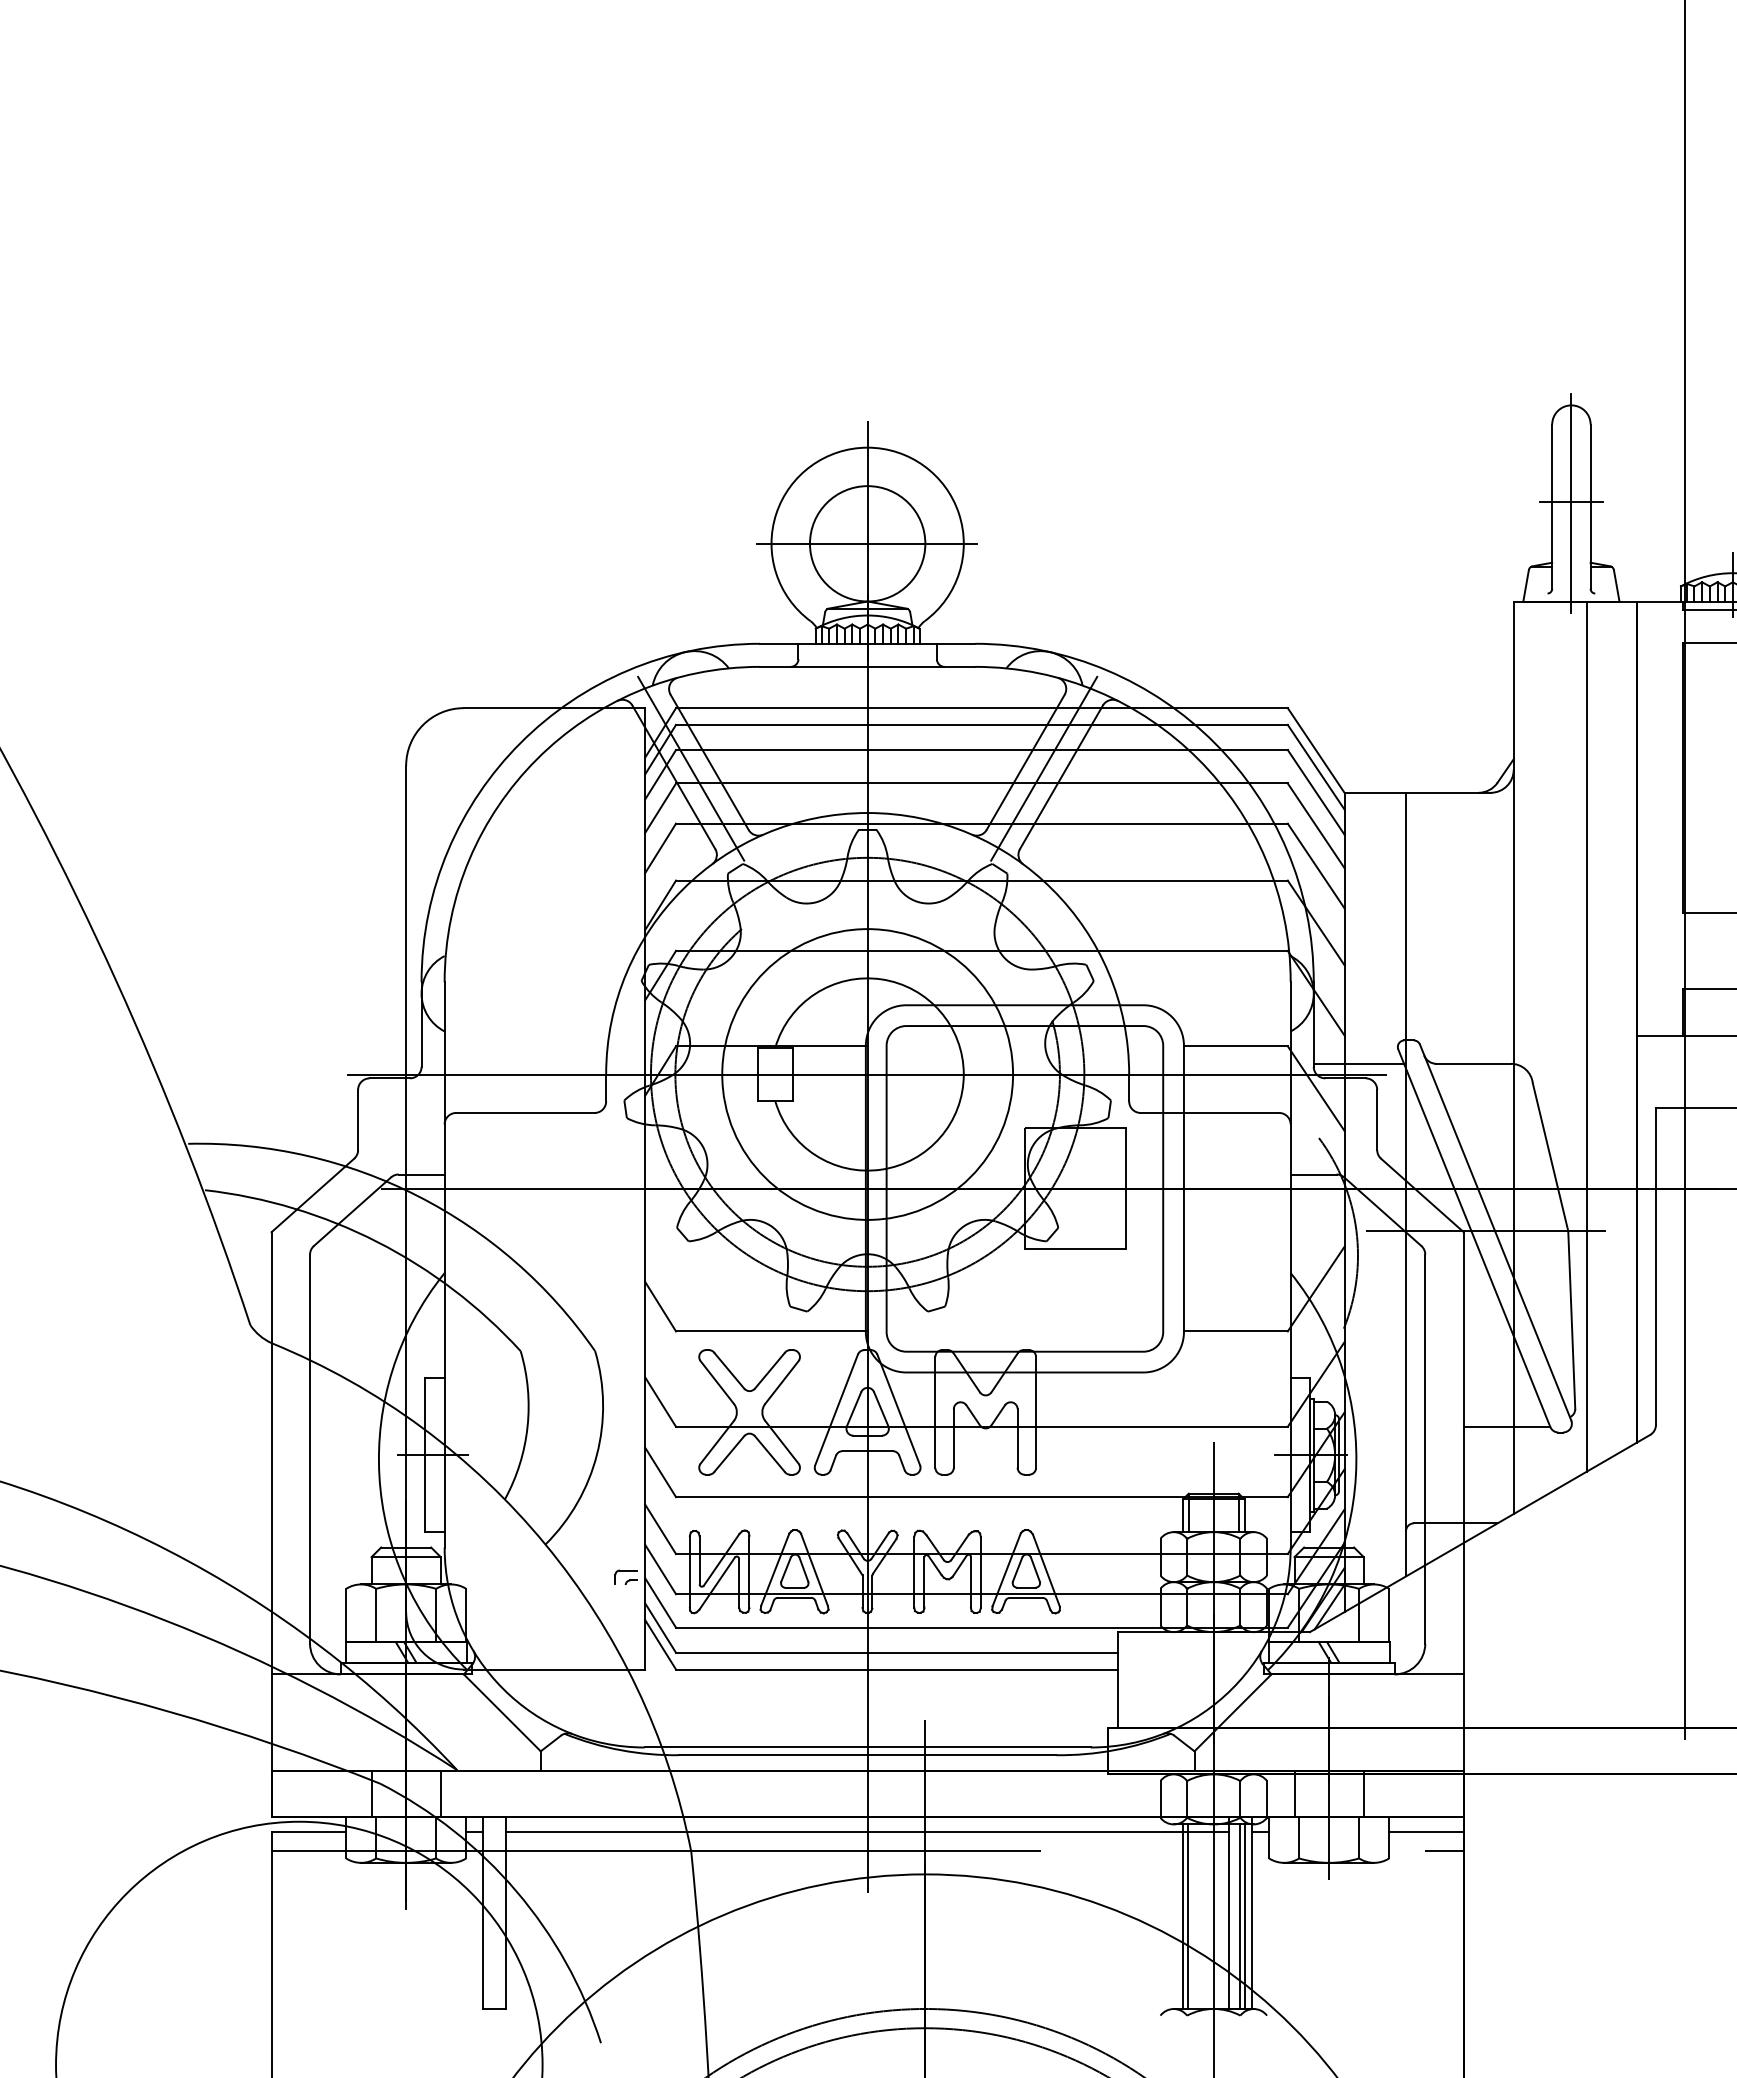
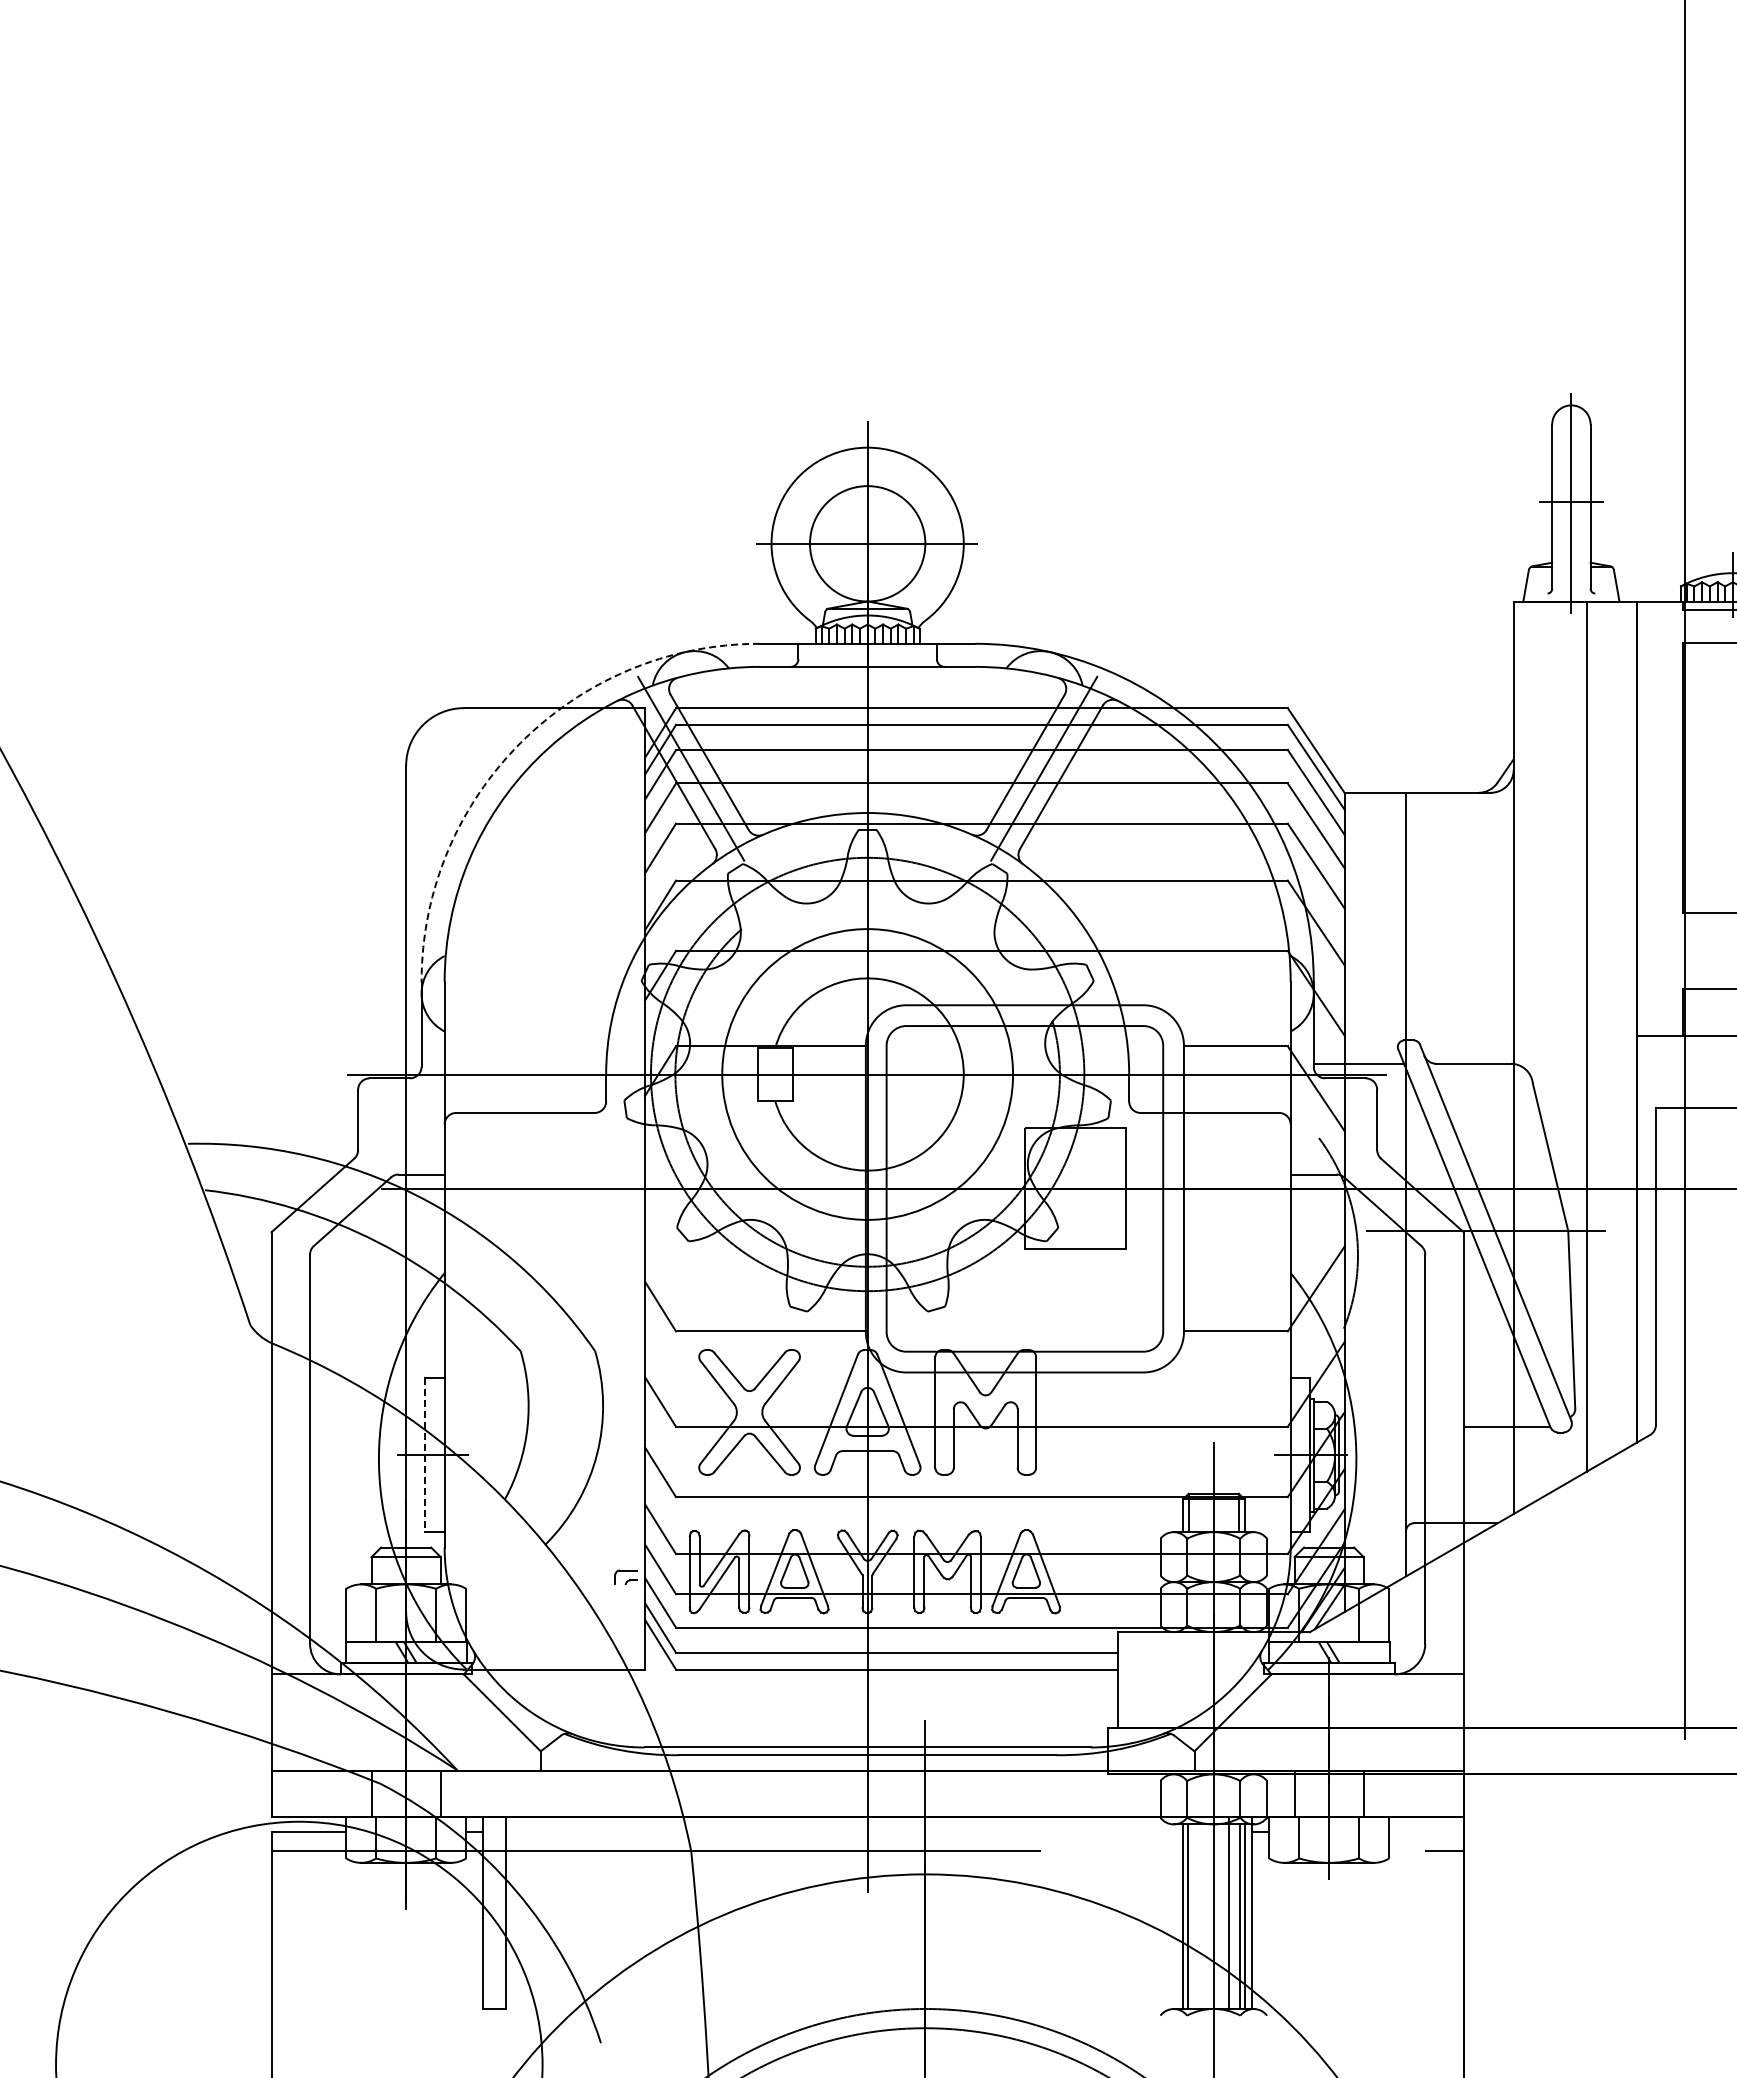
arc at (520, 742): solid -> dashed
line at (425, 1455): solid -> dashed
line at (867, 1832): present -> none
line at (1426, 1832): present -> none
